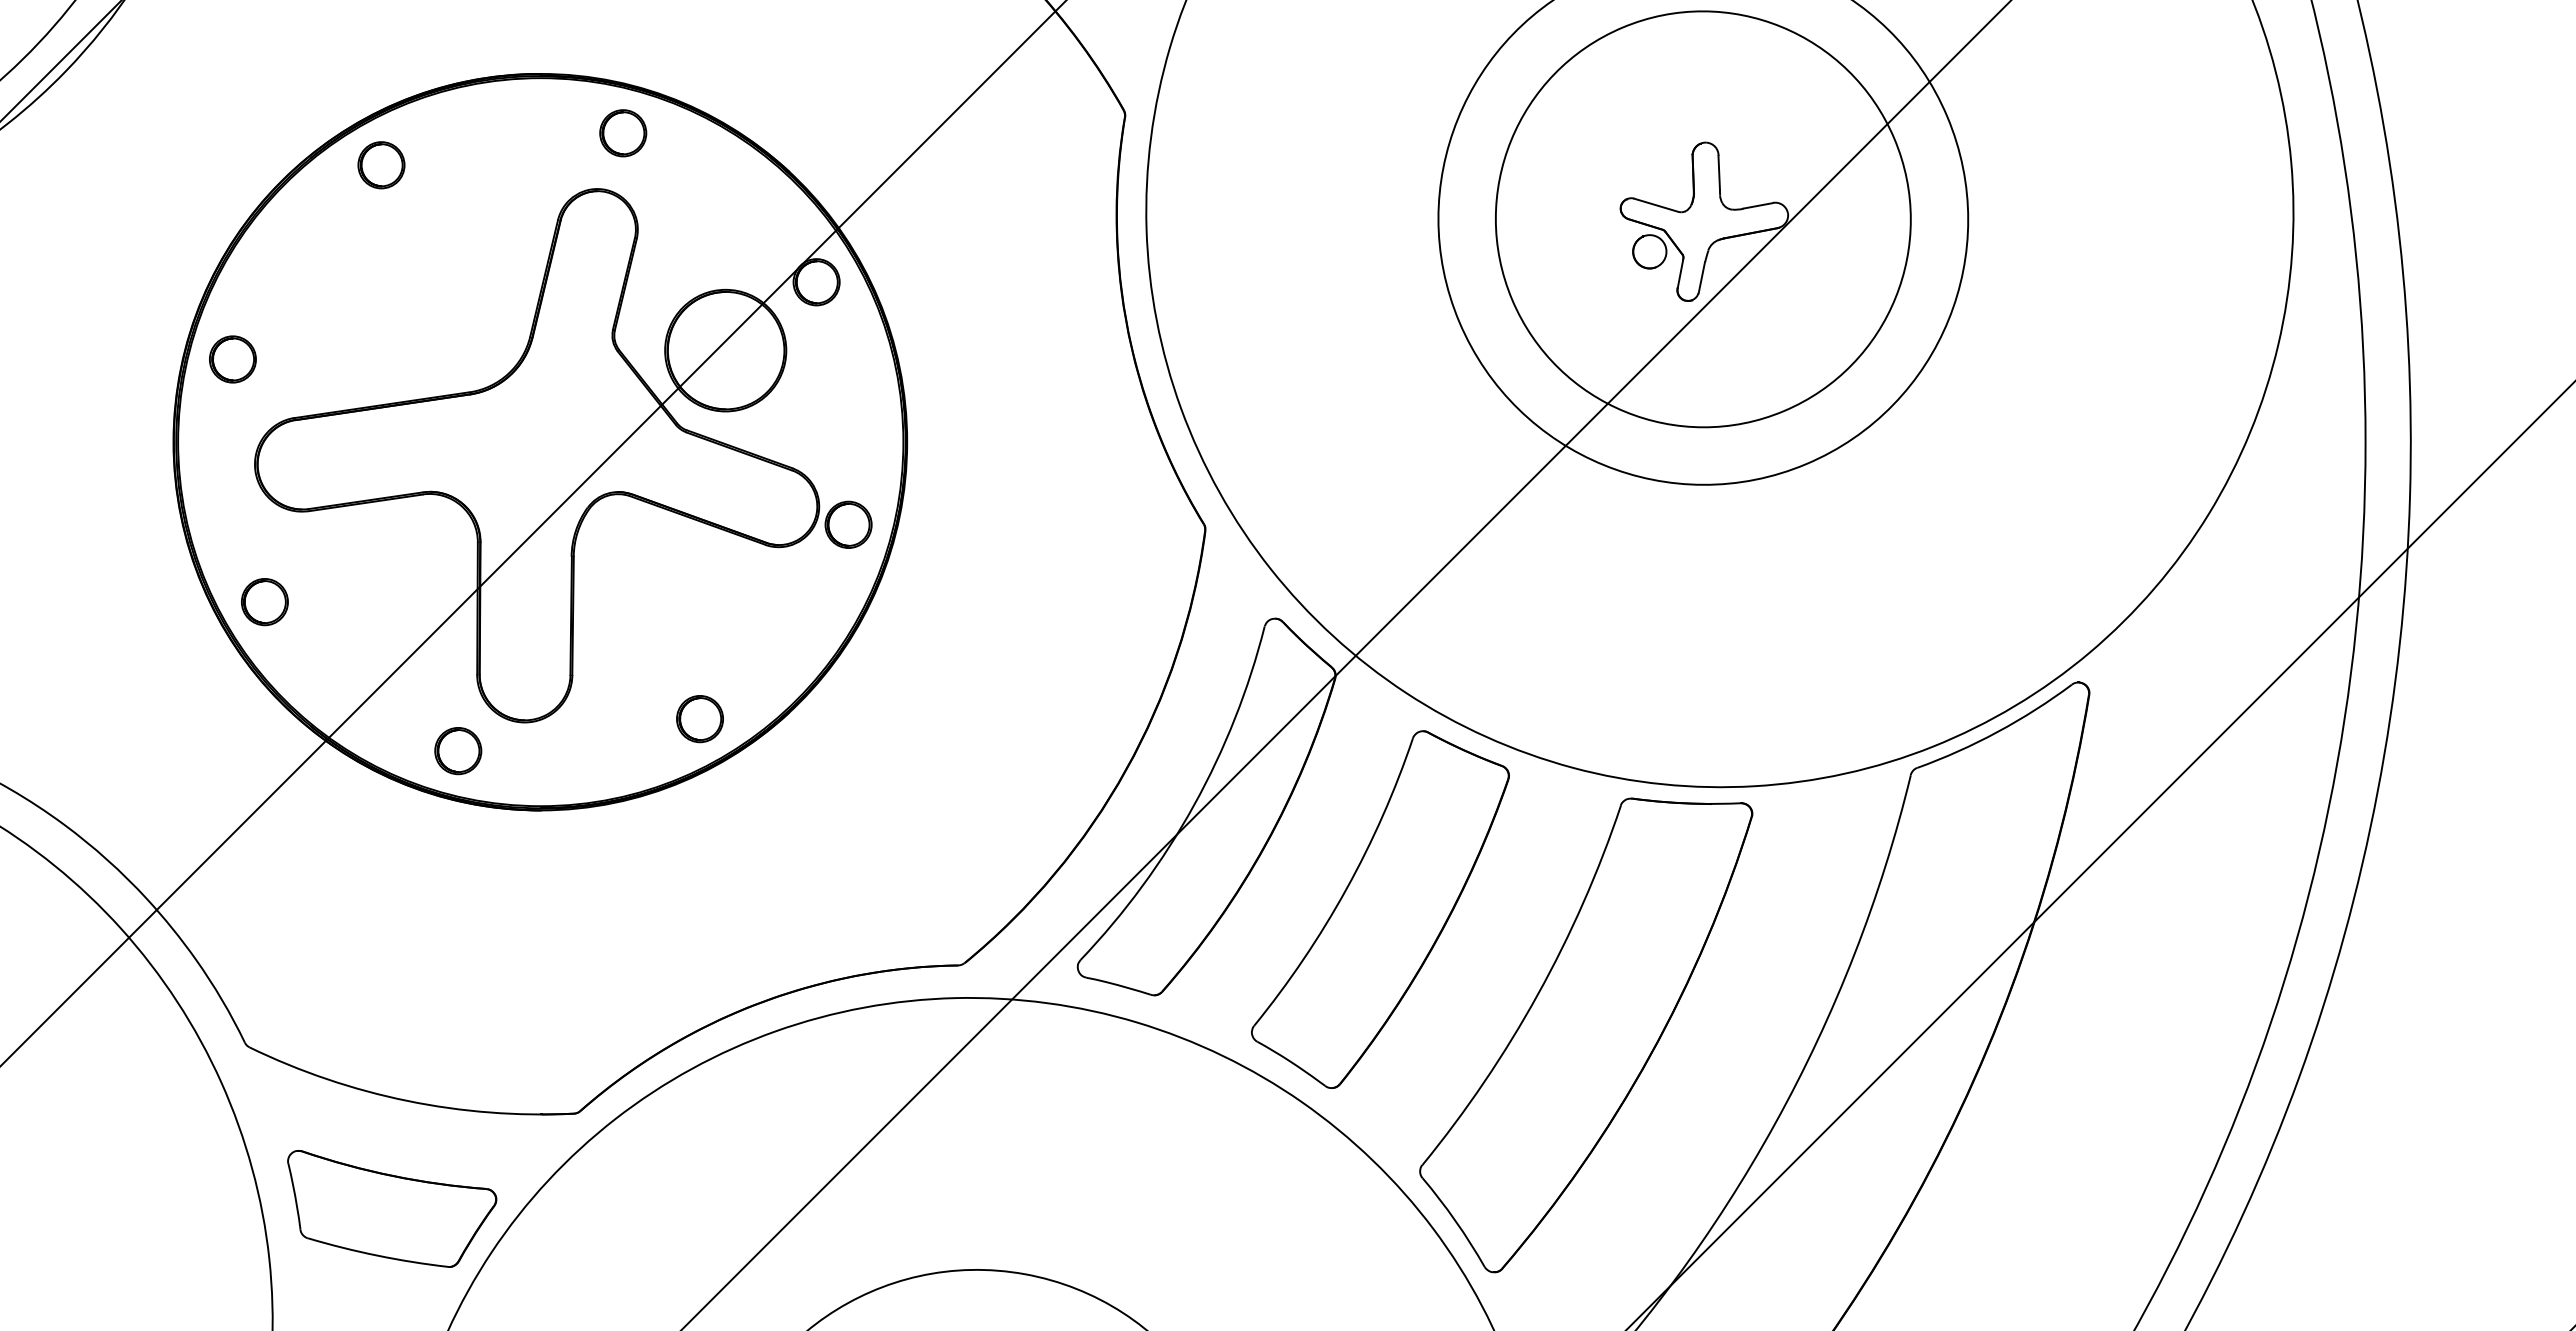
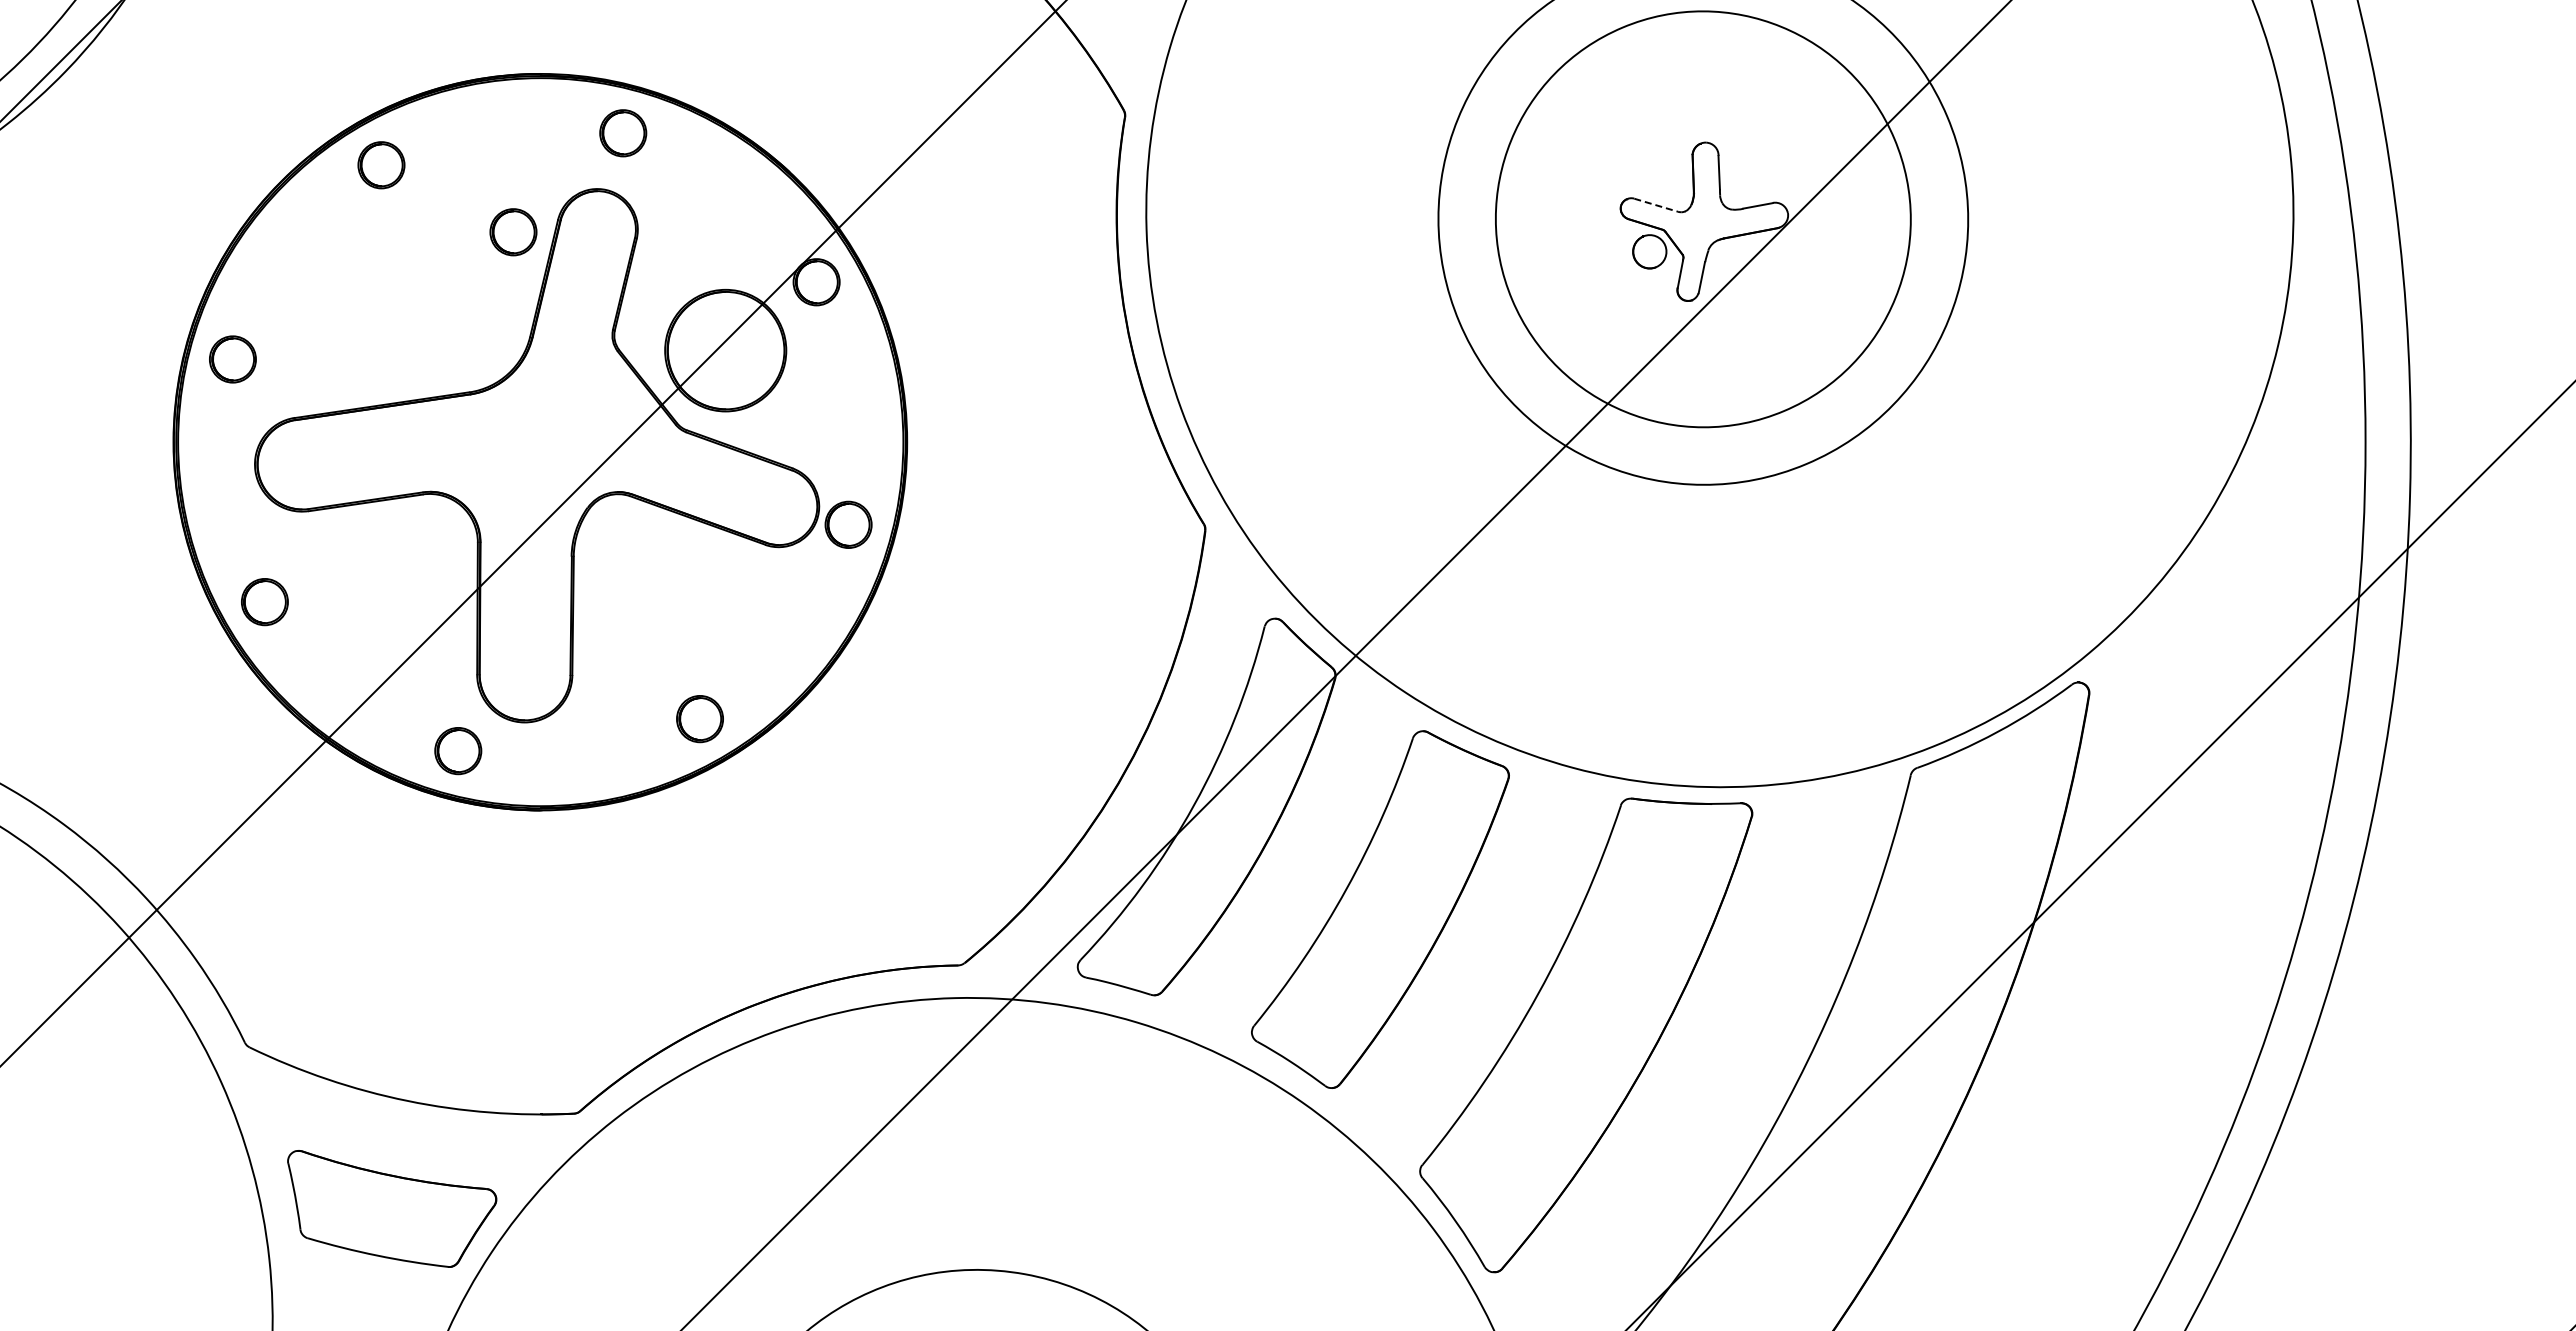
line at (1656, 205): solid -> dashed
part at (513, 232): none -> present
